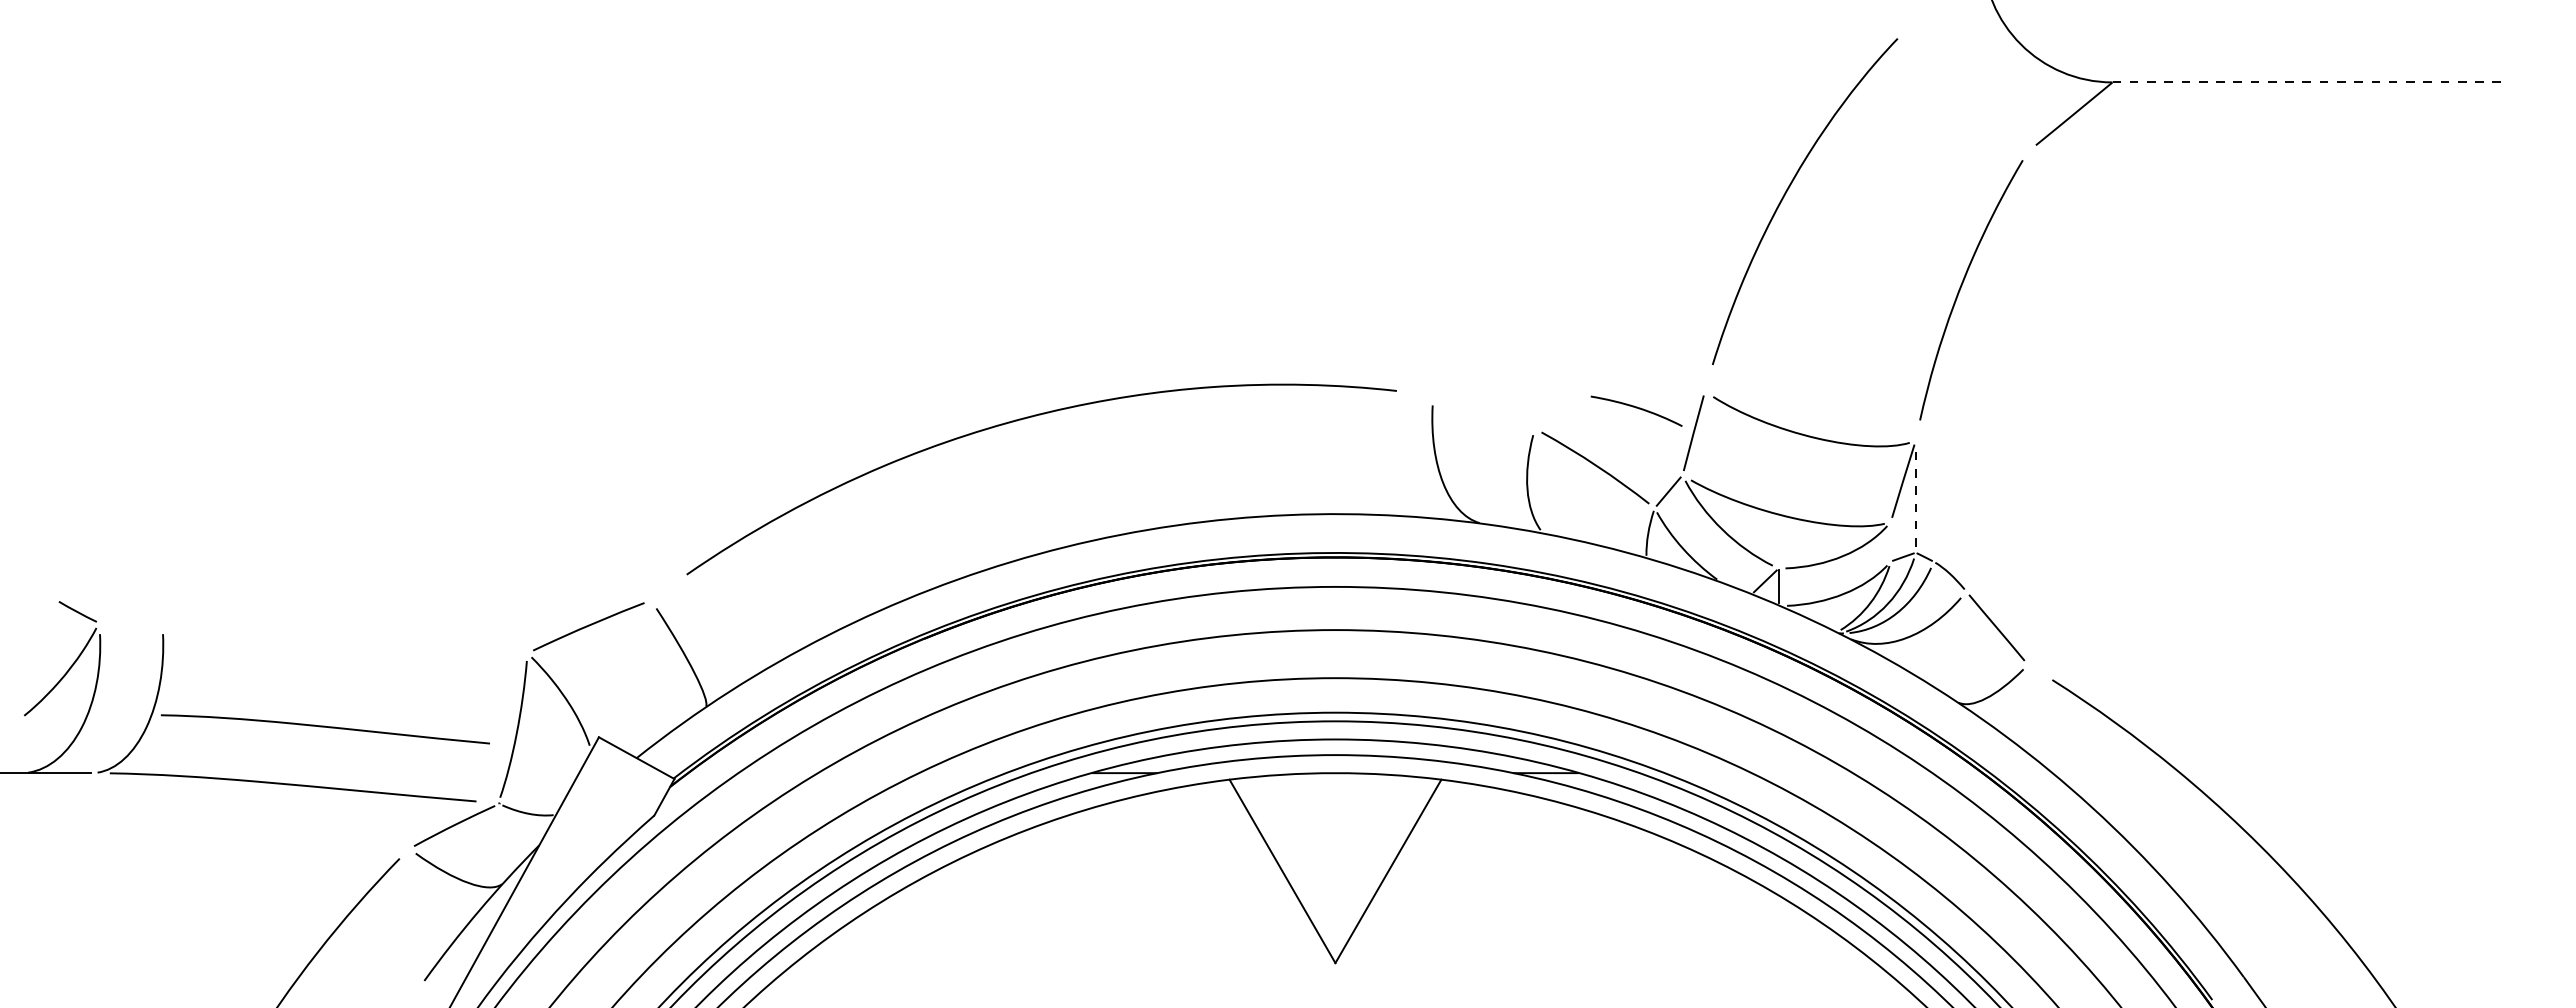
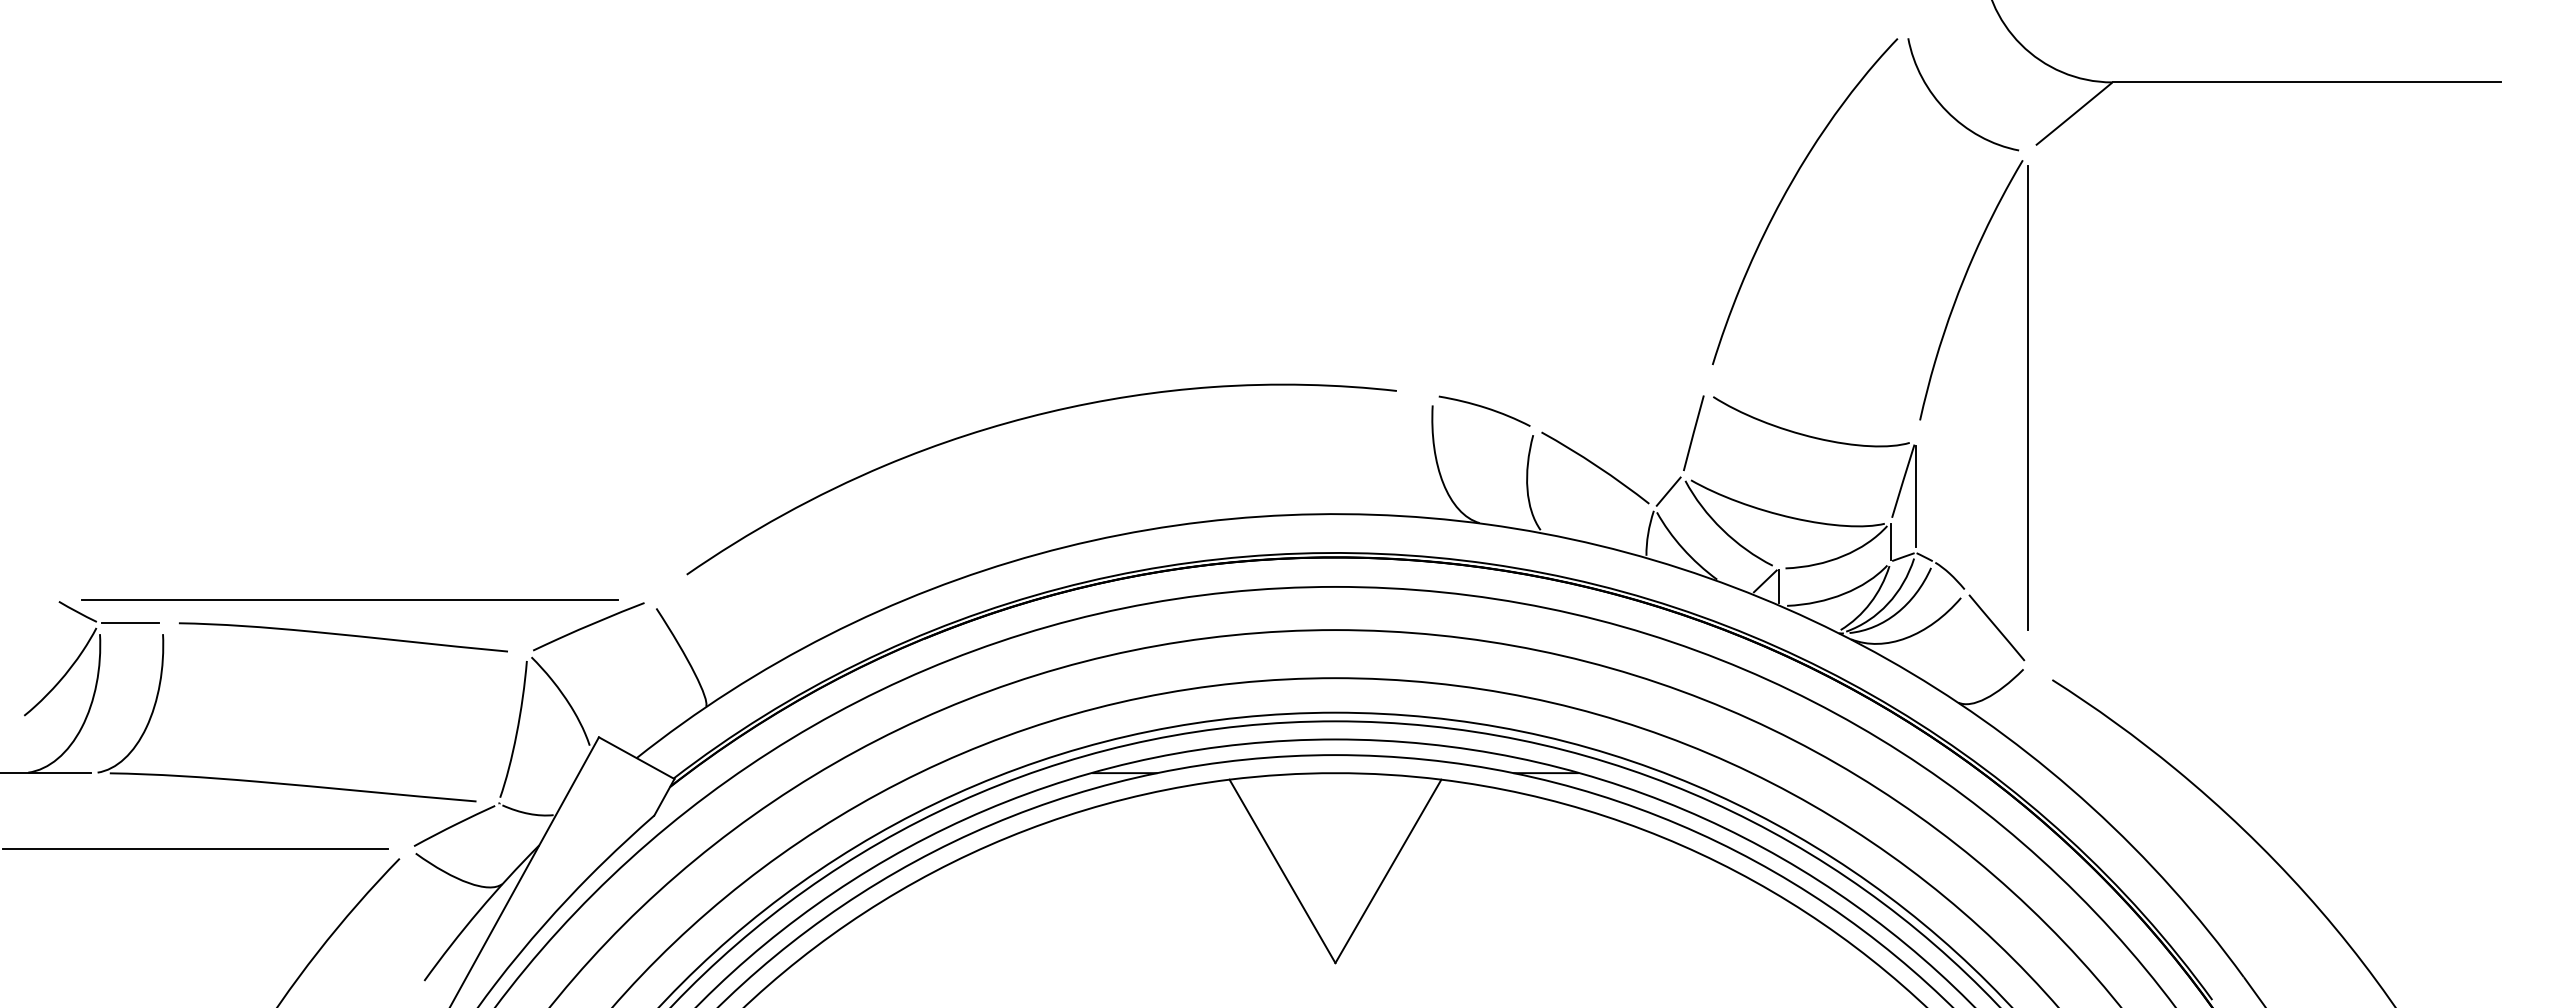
line at (2307, 82): dashed -> solid
curve at (1947, 110): none -> present
line at (2027, 397): none -> present
curve at (1636, 408) position: (1636, 408) -> (1484, 408)
line at (1915, 495): dashed -> solid
line at (1890, 541): none -> present
line at (350, 600): none -> present
line at (130, 623): none -> present
curve at (325, 727) position: (325, 727) -> (343, 635)
line at (195, 848): none -> present
